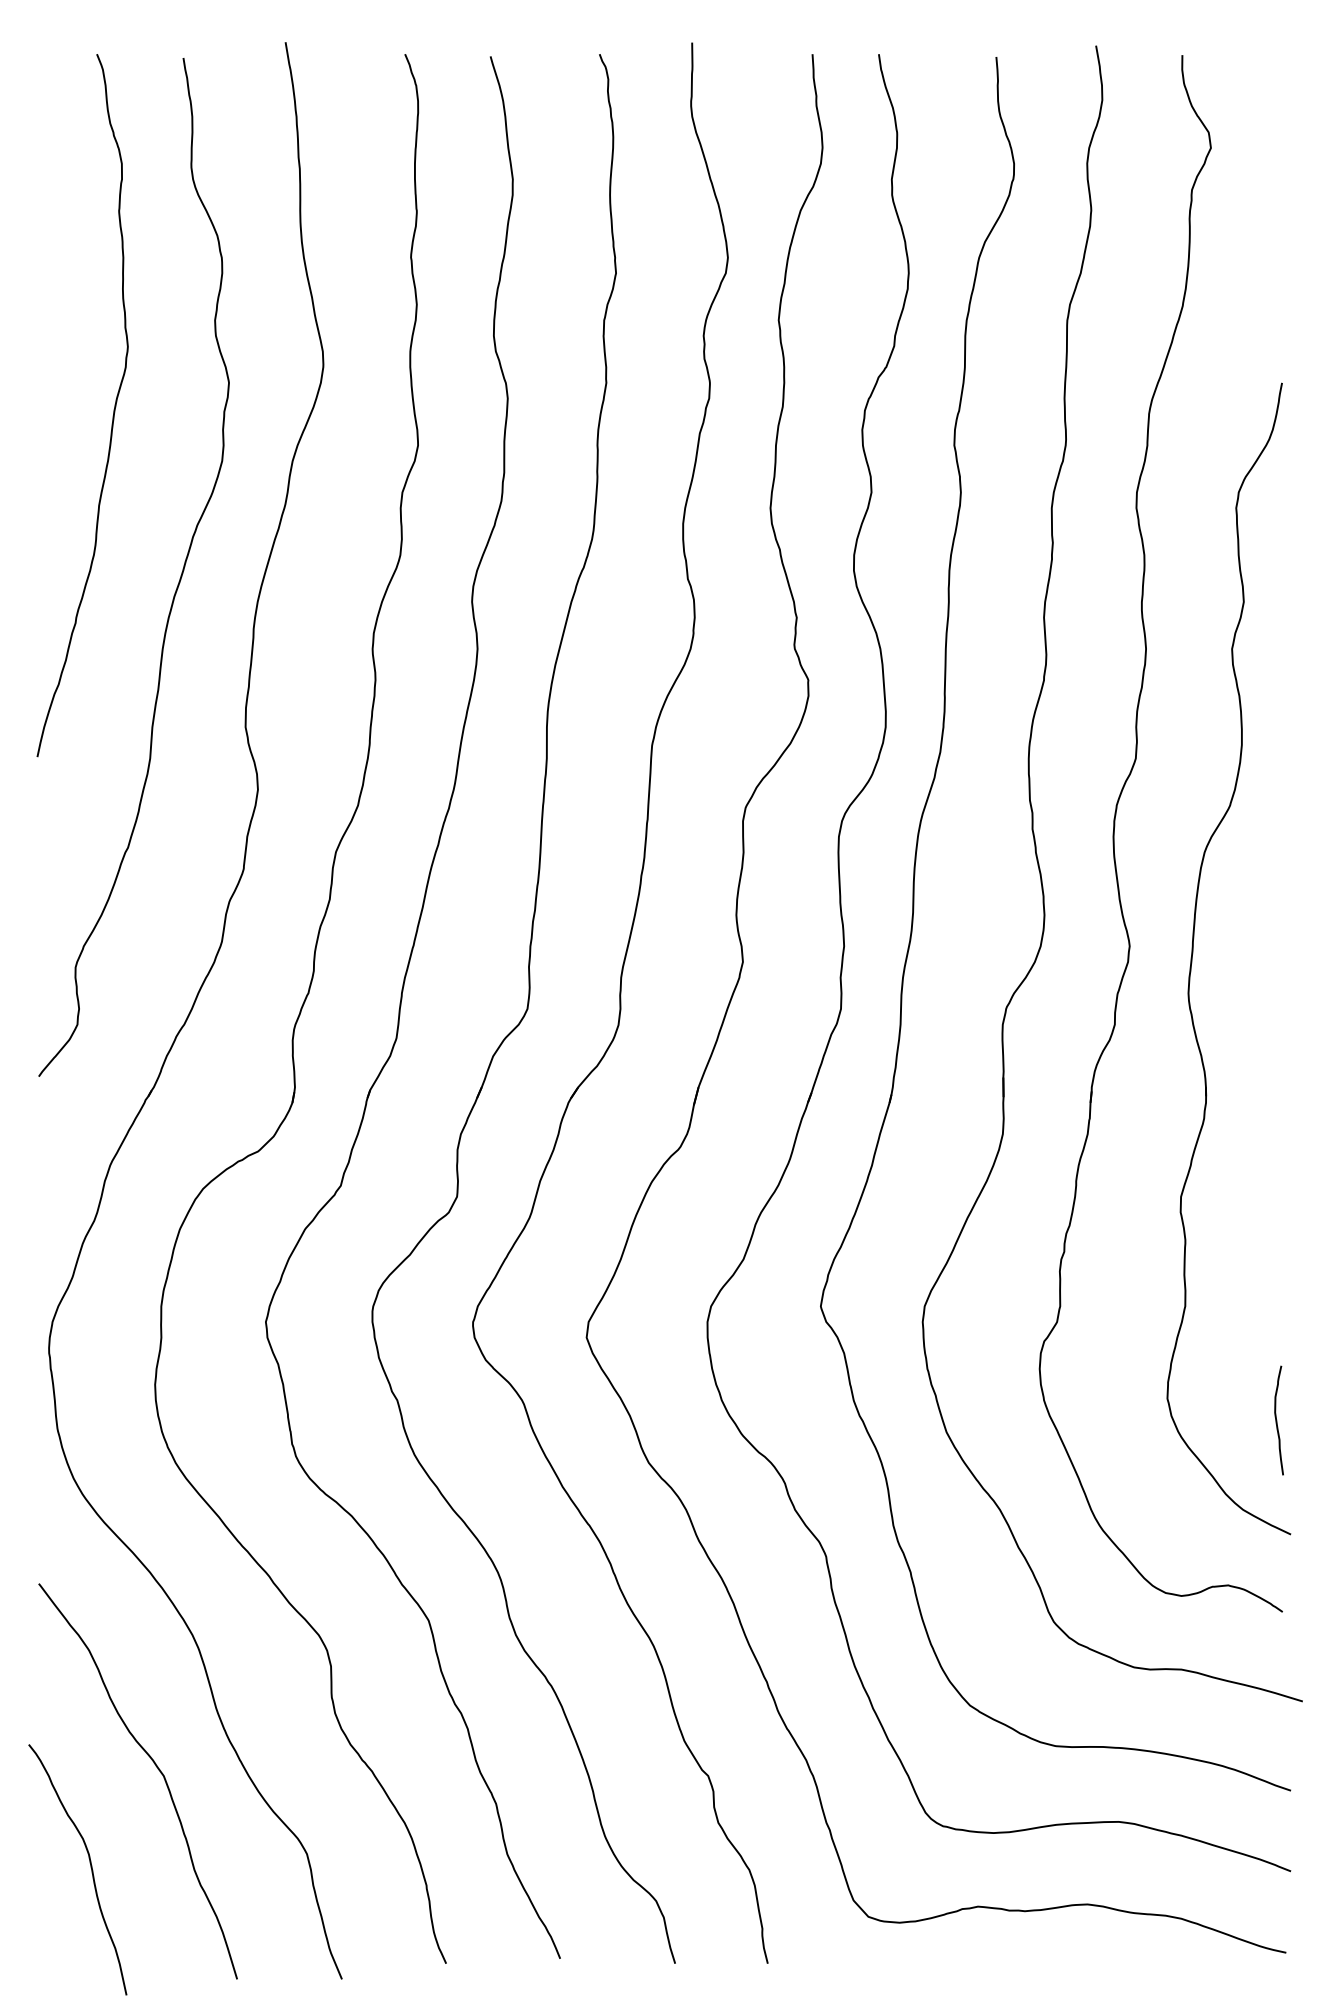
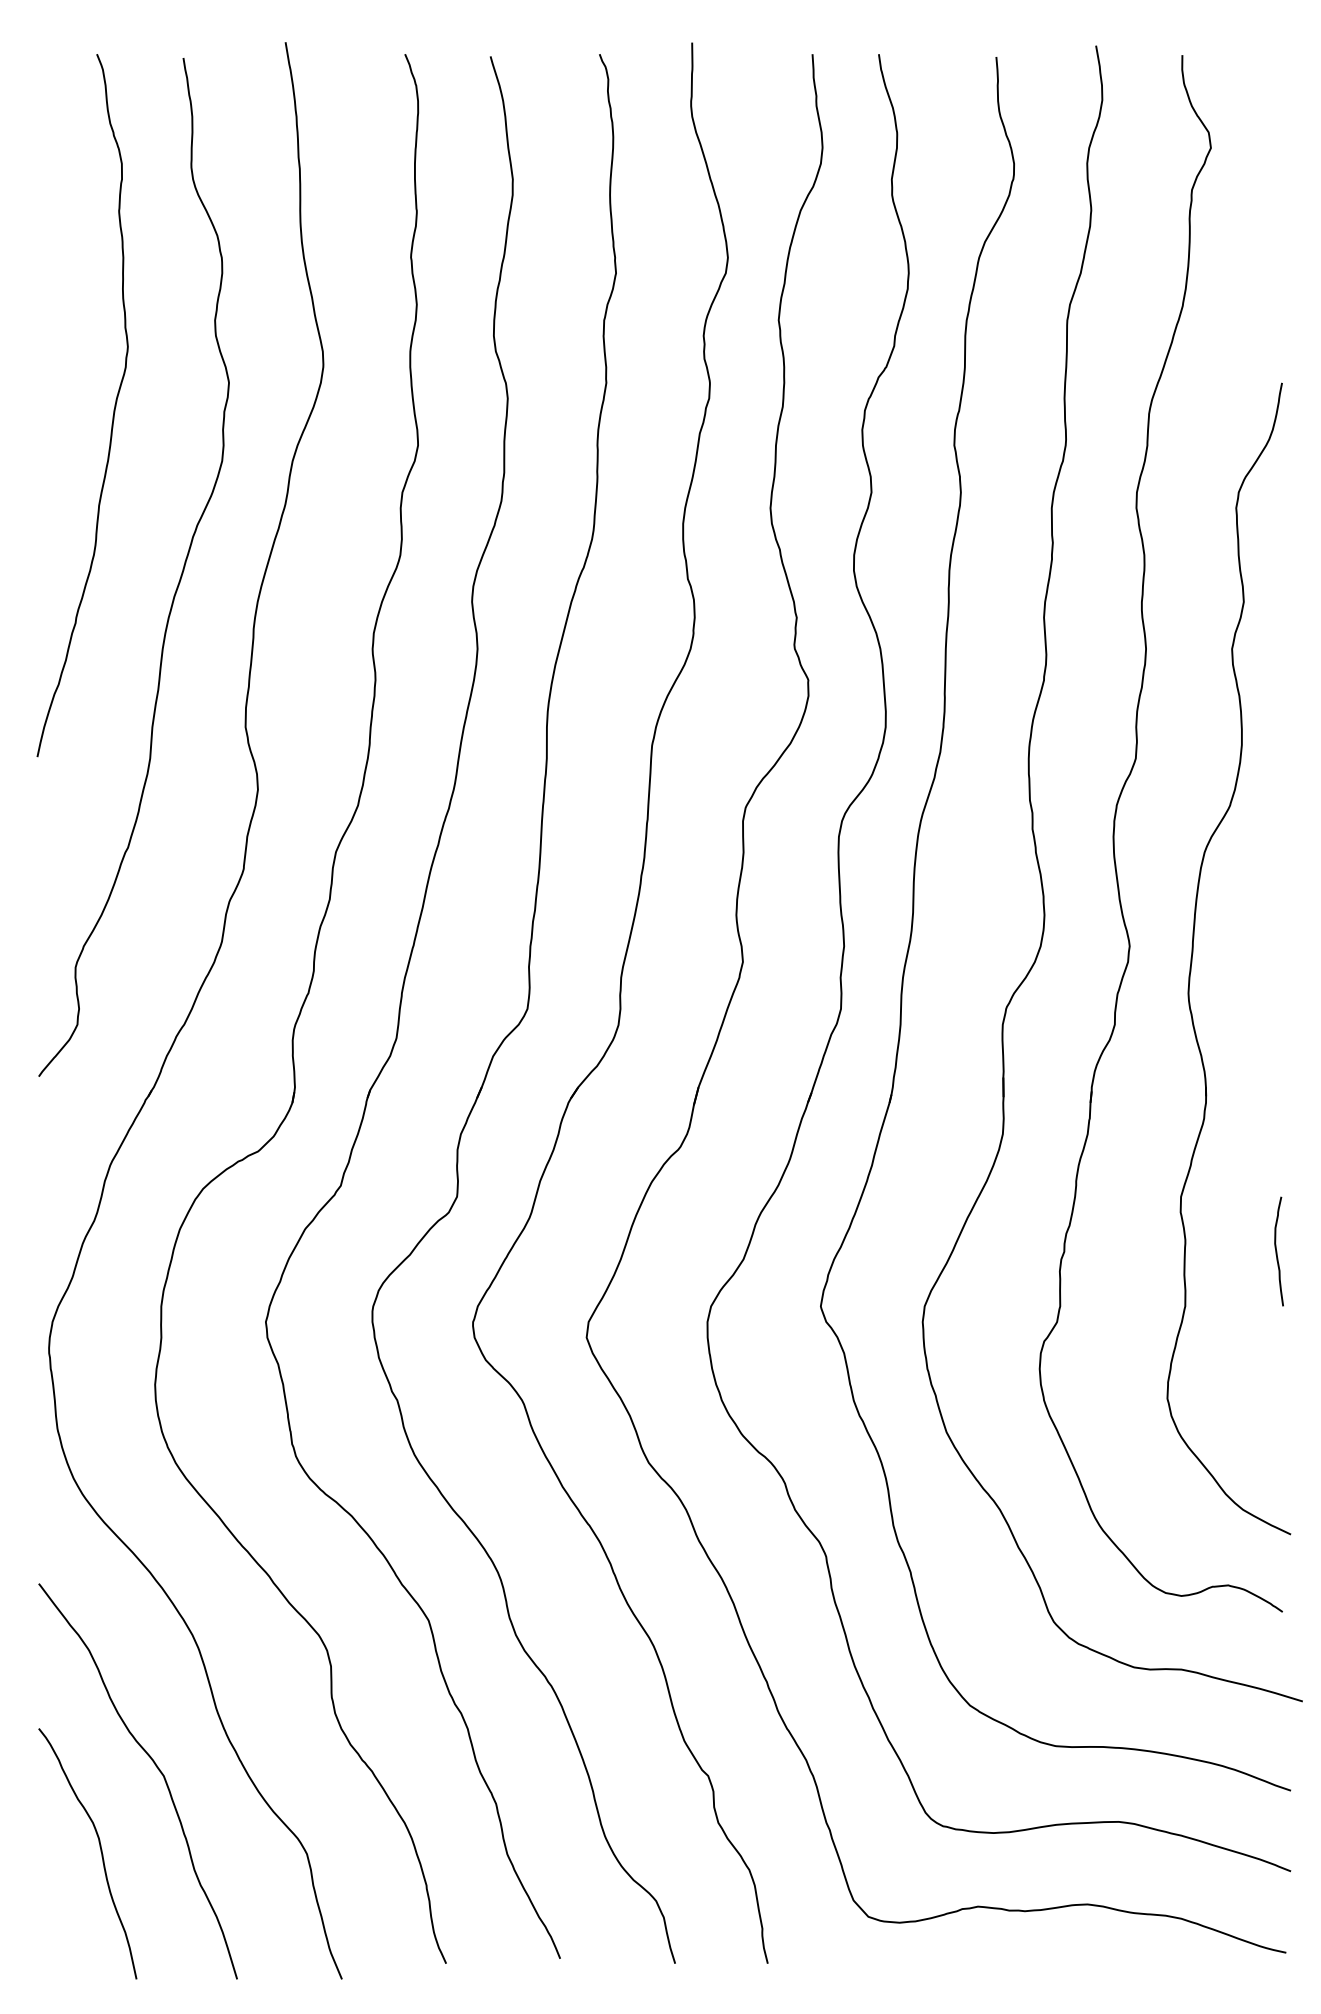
curve at (1277, 1420) position: (1277, 1420) -> (1277, 1251)
curve at (90, 1867) position: (90, 1867) -> (100, 1851)
